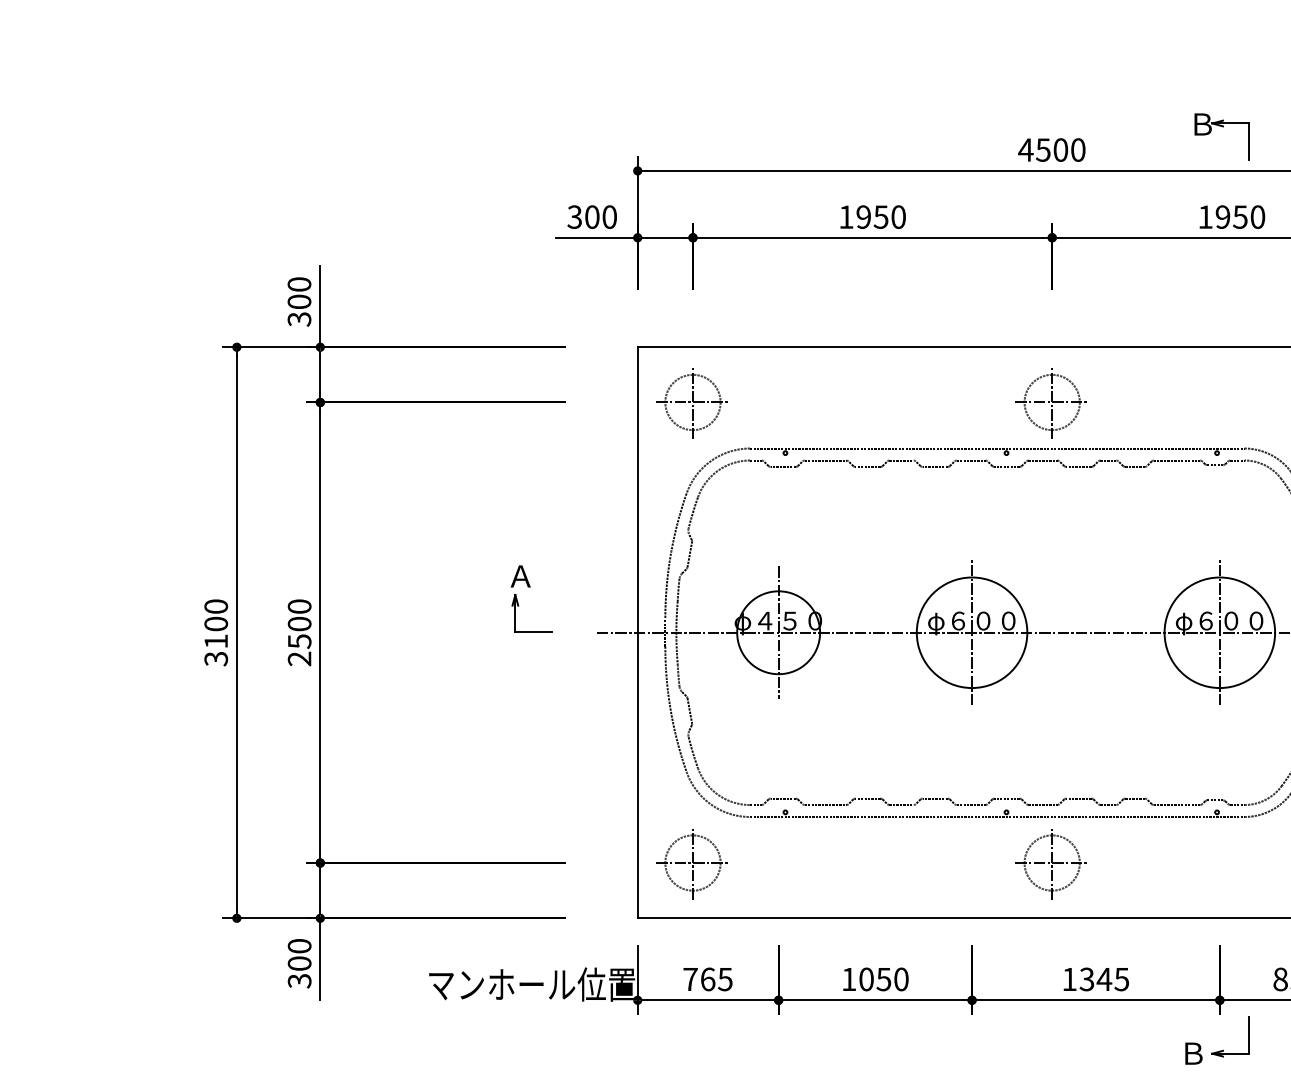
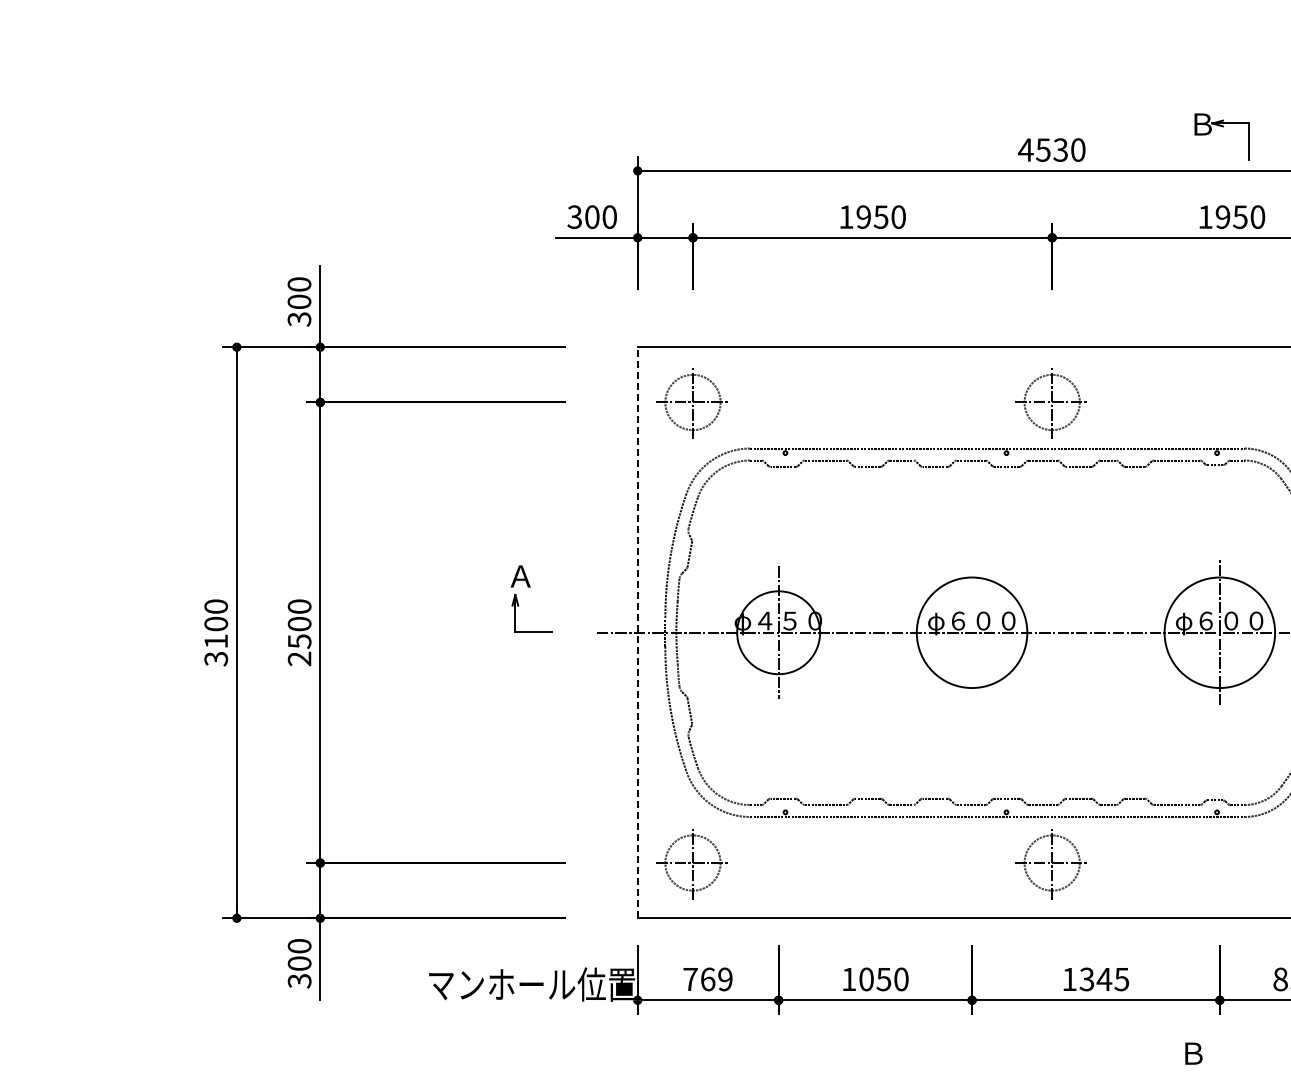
text at (1060, 149): 4500 -> 4530
line at (637, 632): solid -> dashed
line at (972, 632): present -> none
text at (724, 979): 765 -> 769
part at (1223, 1049): present -> none
